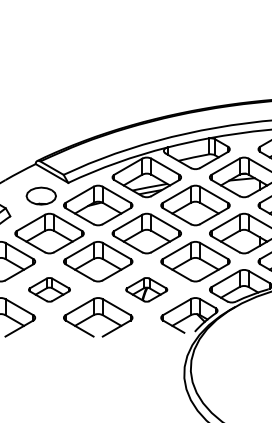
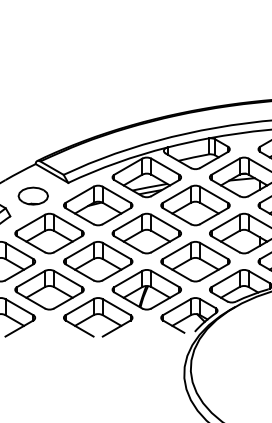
part at (40, 195) position: (40, 195) -> (32, 195)
part at (49, 289) size: 43x26 px -> 71x42 px
part at (146, 289) size: 44x26 px -> 71x42 px
